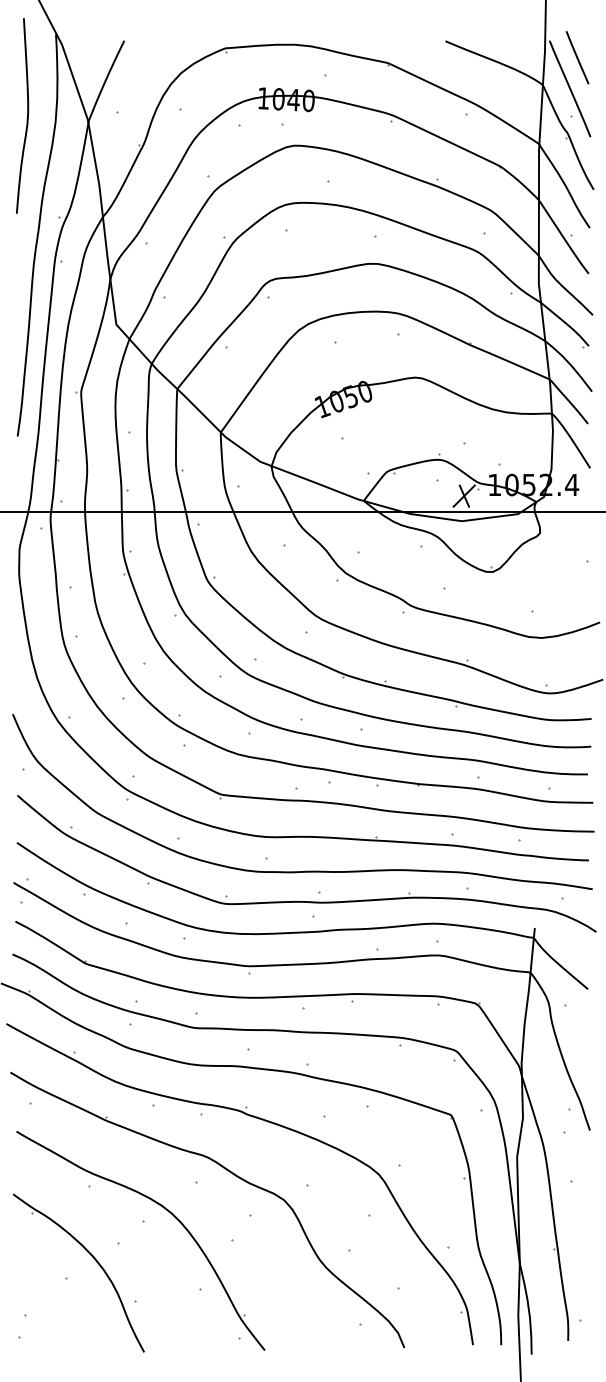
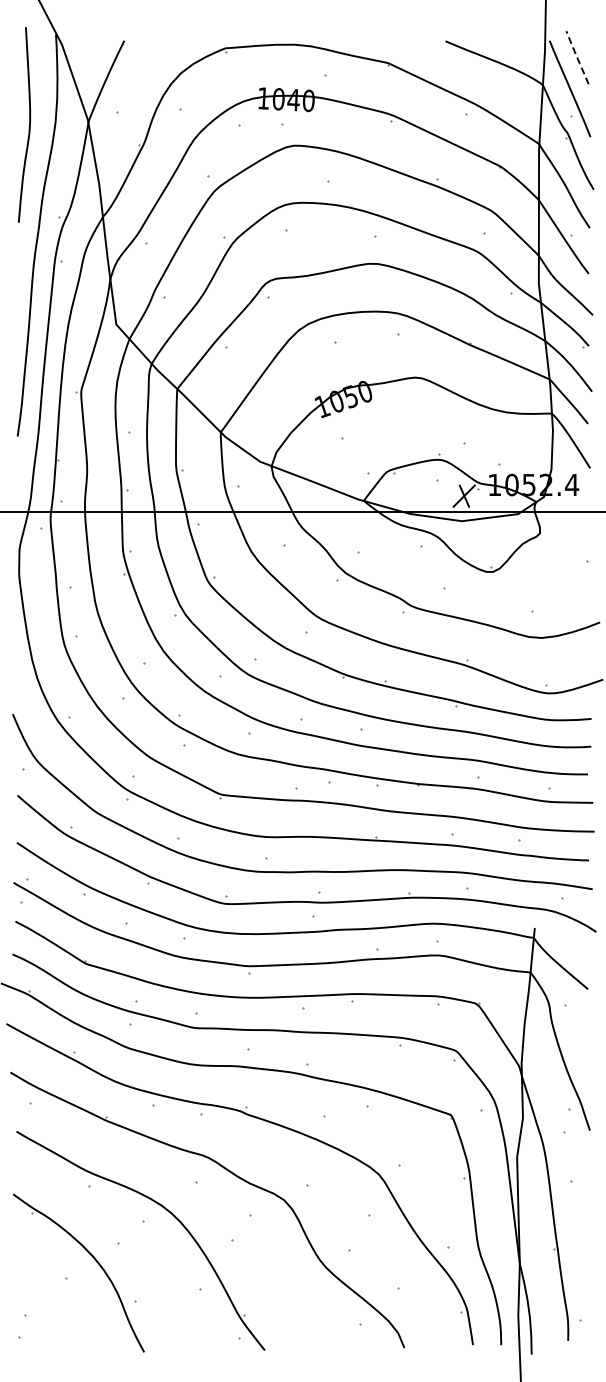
line at (577, 57): solid -> dashed
curve at (27, 115) position: (27, 115) -> (29, 124)
